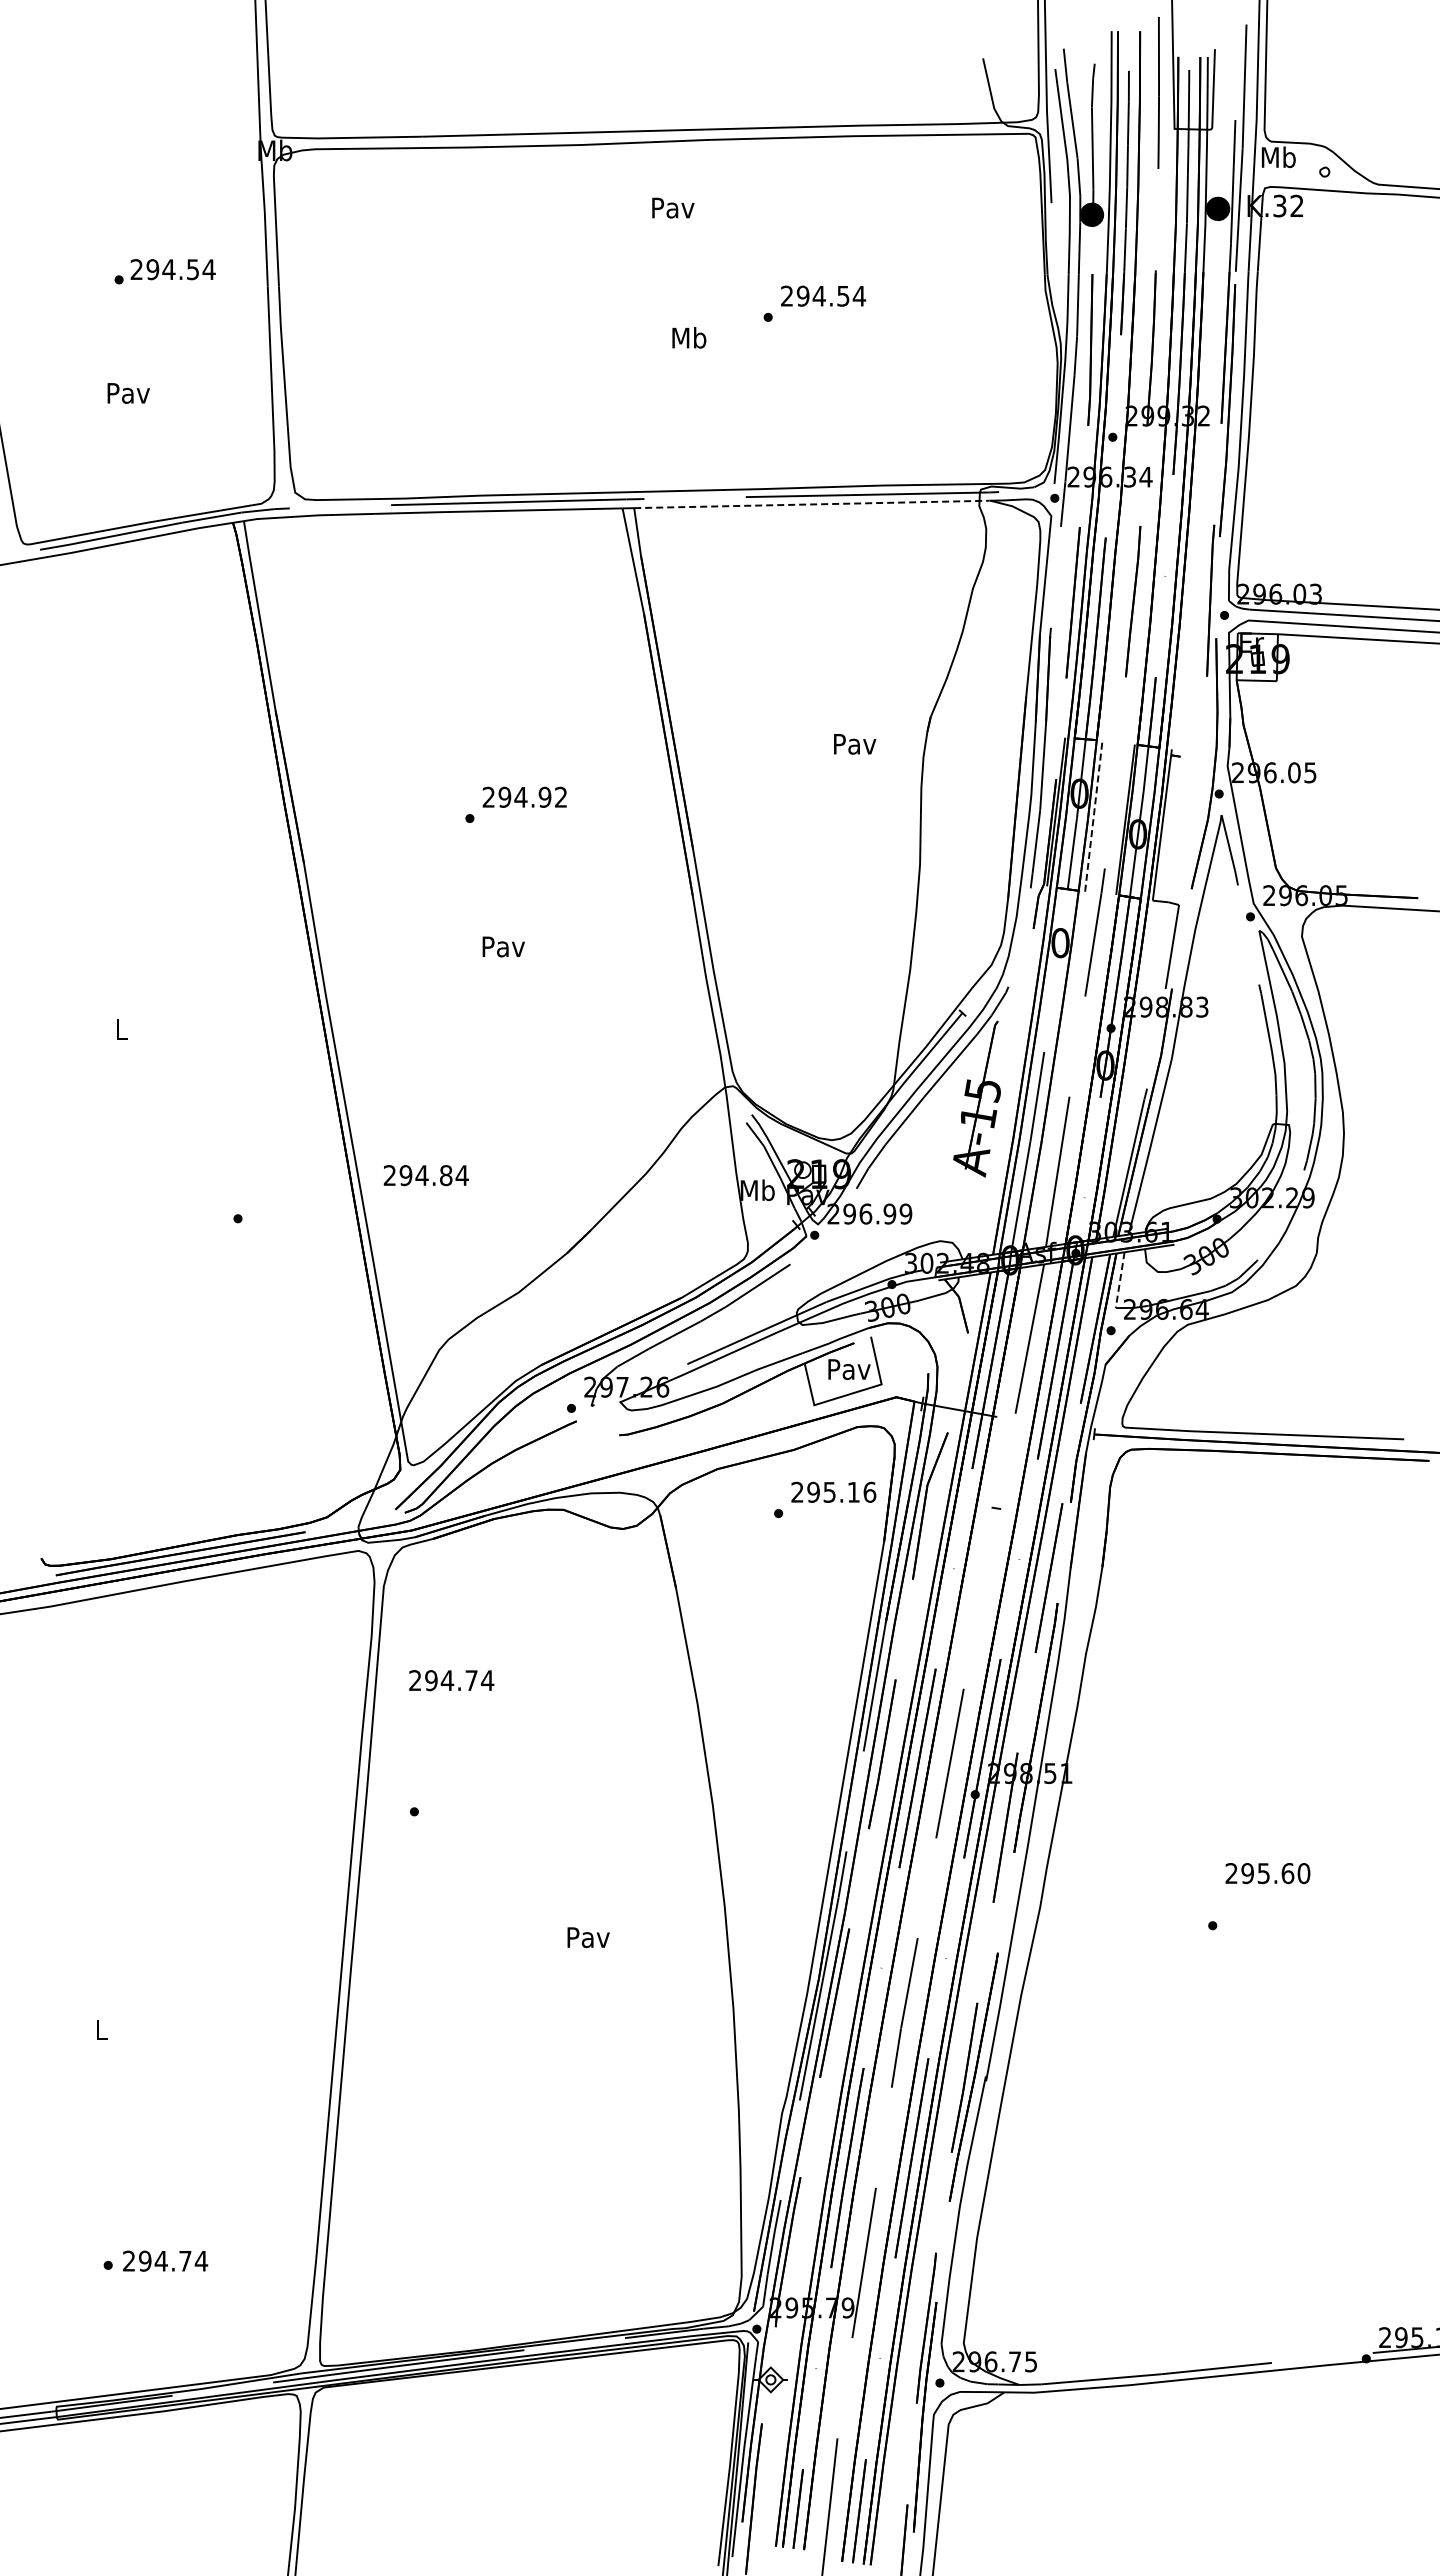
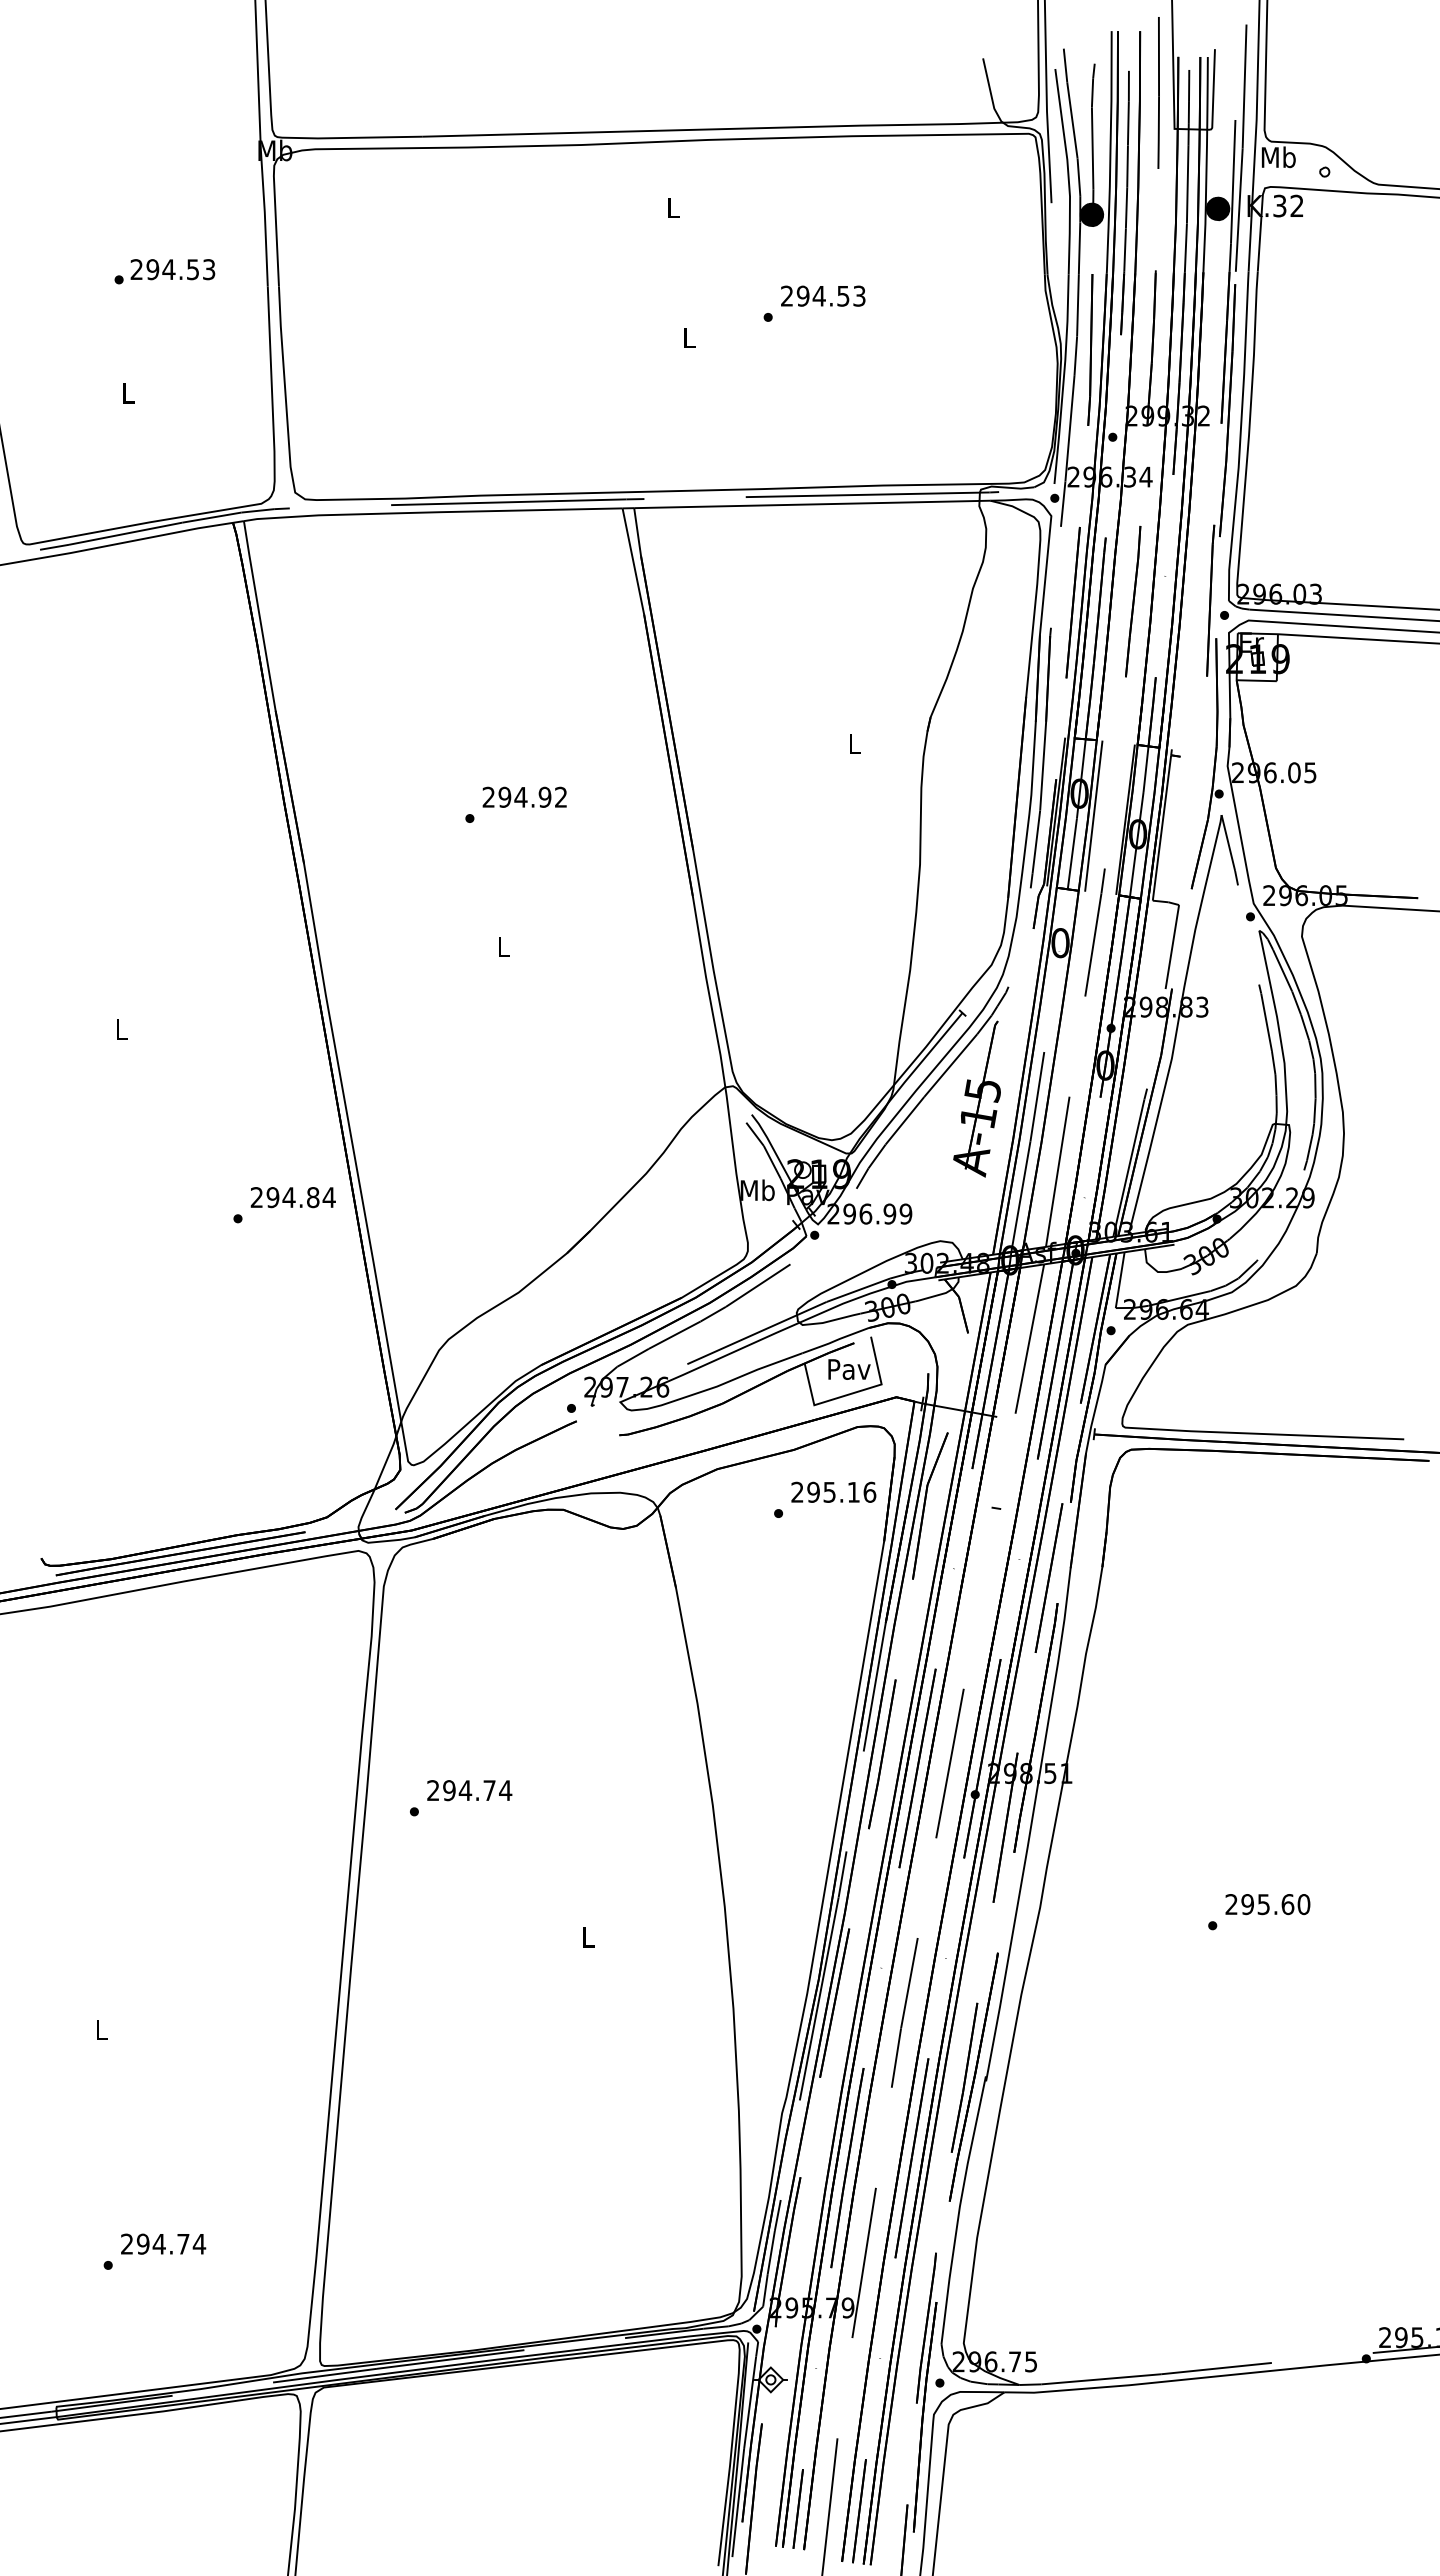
text at (673, 207): Pav -> L
text at (208, 269): 294.54 -> 294.53
text at (859, 295): 294.54 -> 294.53
text at (689, 337): Mb -> L
text at (128, 393): Pav -> L
line at (812, 504): dashed -> solid
text at (855, 744): Pav -> L
line at (1093, 815): dashed -> solid
text at (503, 946): Pav -> L
text at (425, 1175) position: (425, 1175) -> (292, 1197)
line at (1120, 1280): dashed -> solid
text at (451, 1680) position: (451, 1680) -> (469, 1790)
text at (1267, 1873) position: (1267, 1873) -> (1267, 1904)
text at (588, 1937): Pav -> L
text at (165, 2260) position: (165, 2260) -> (163, 2243)
